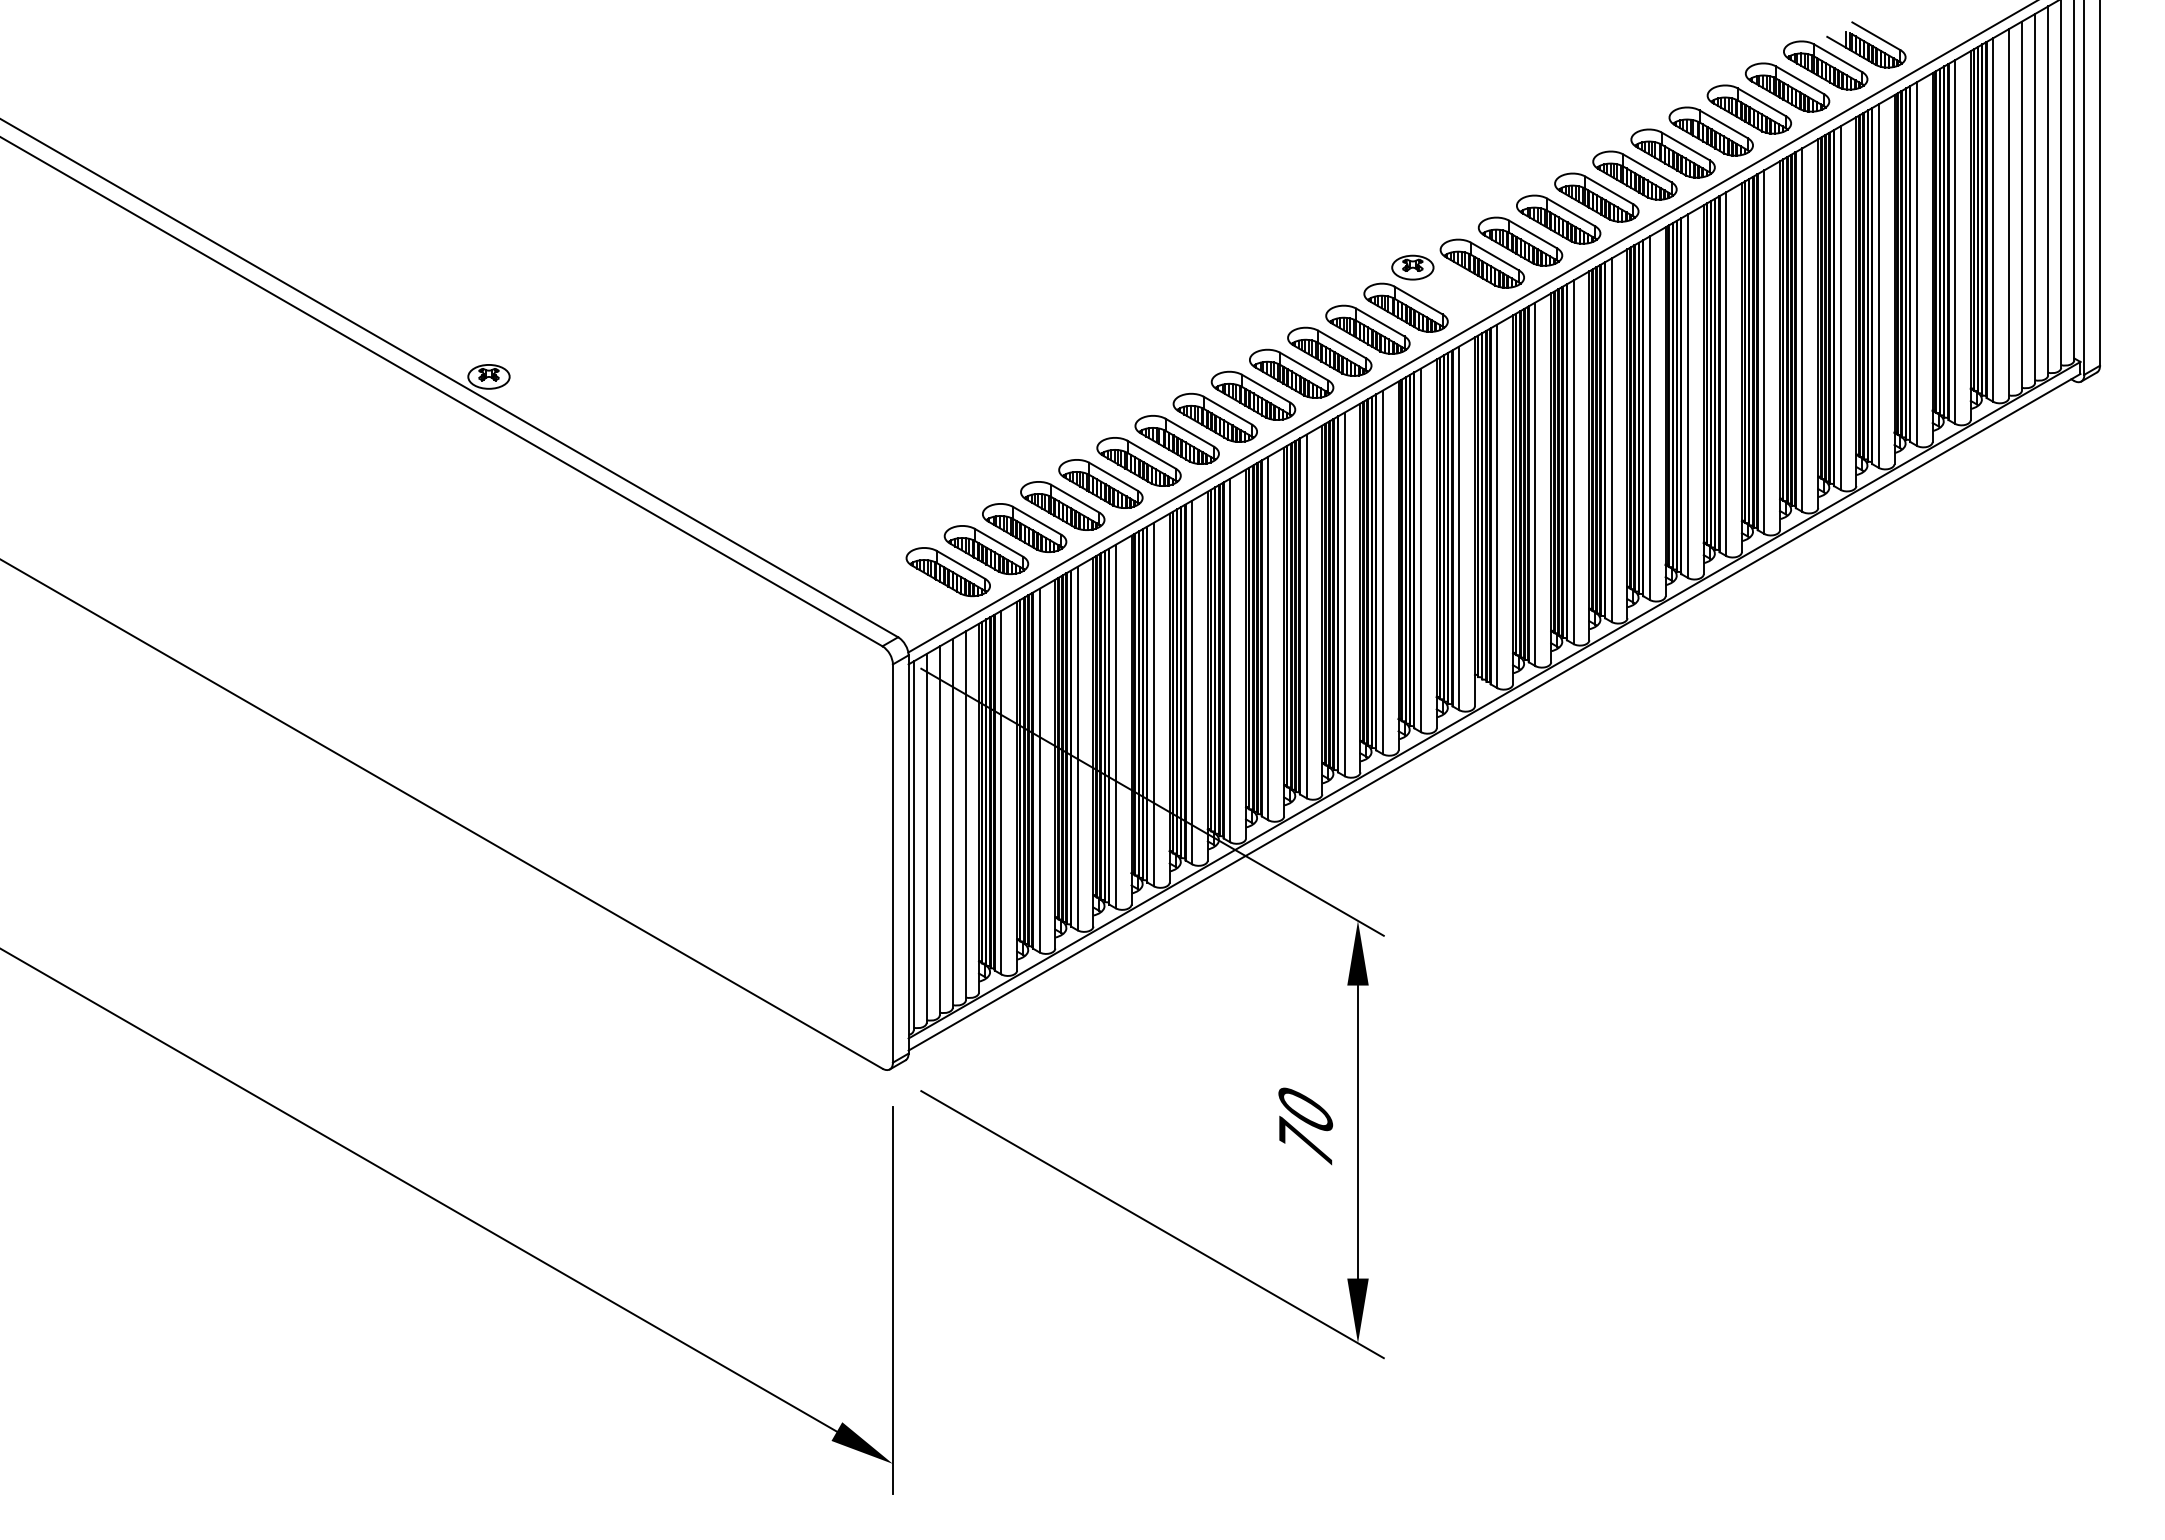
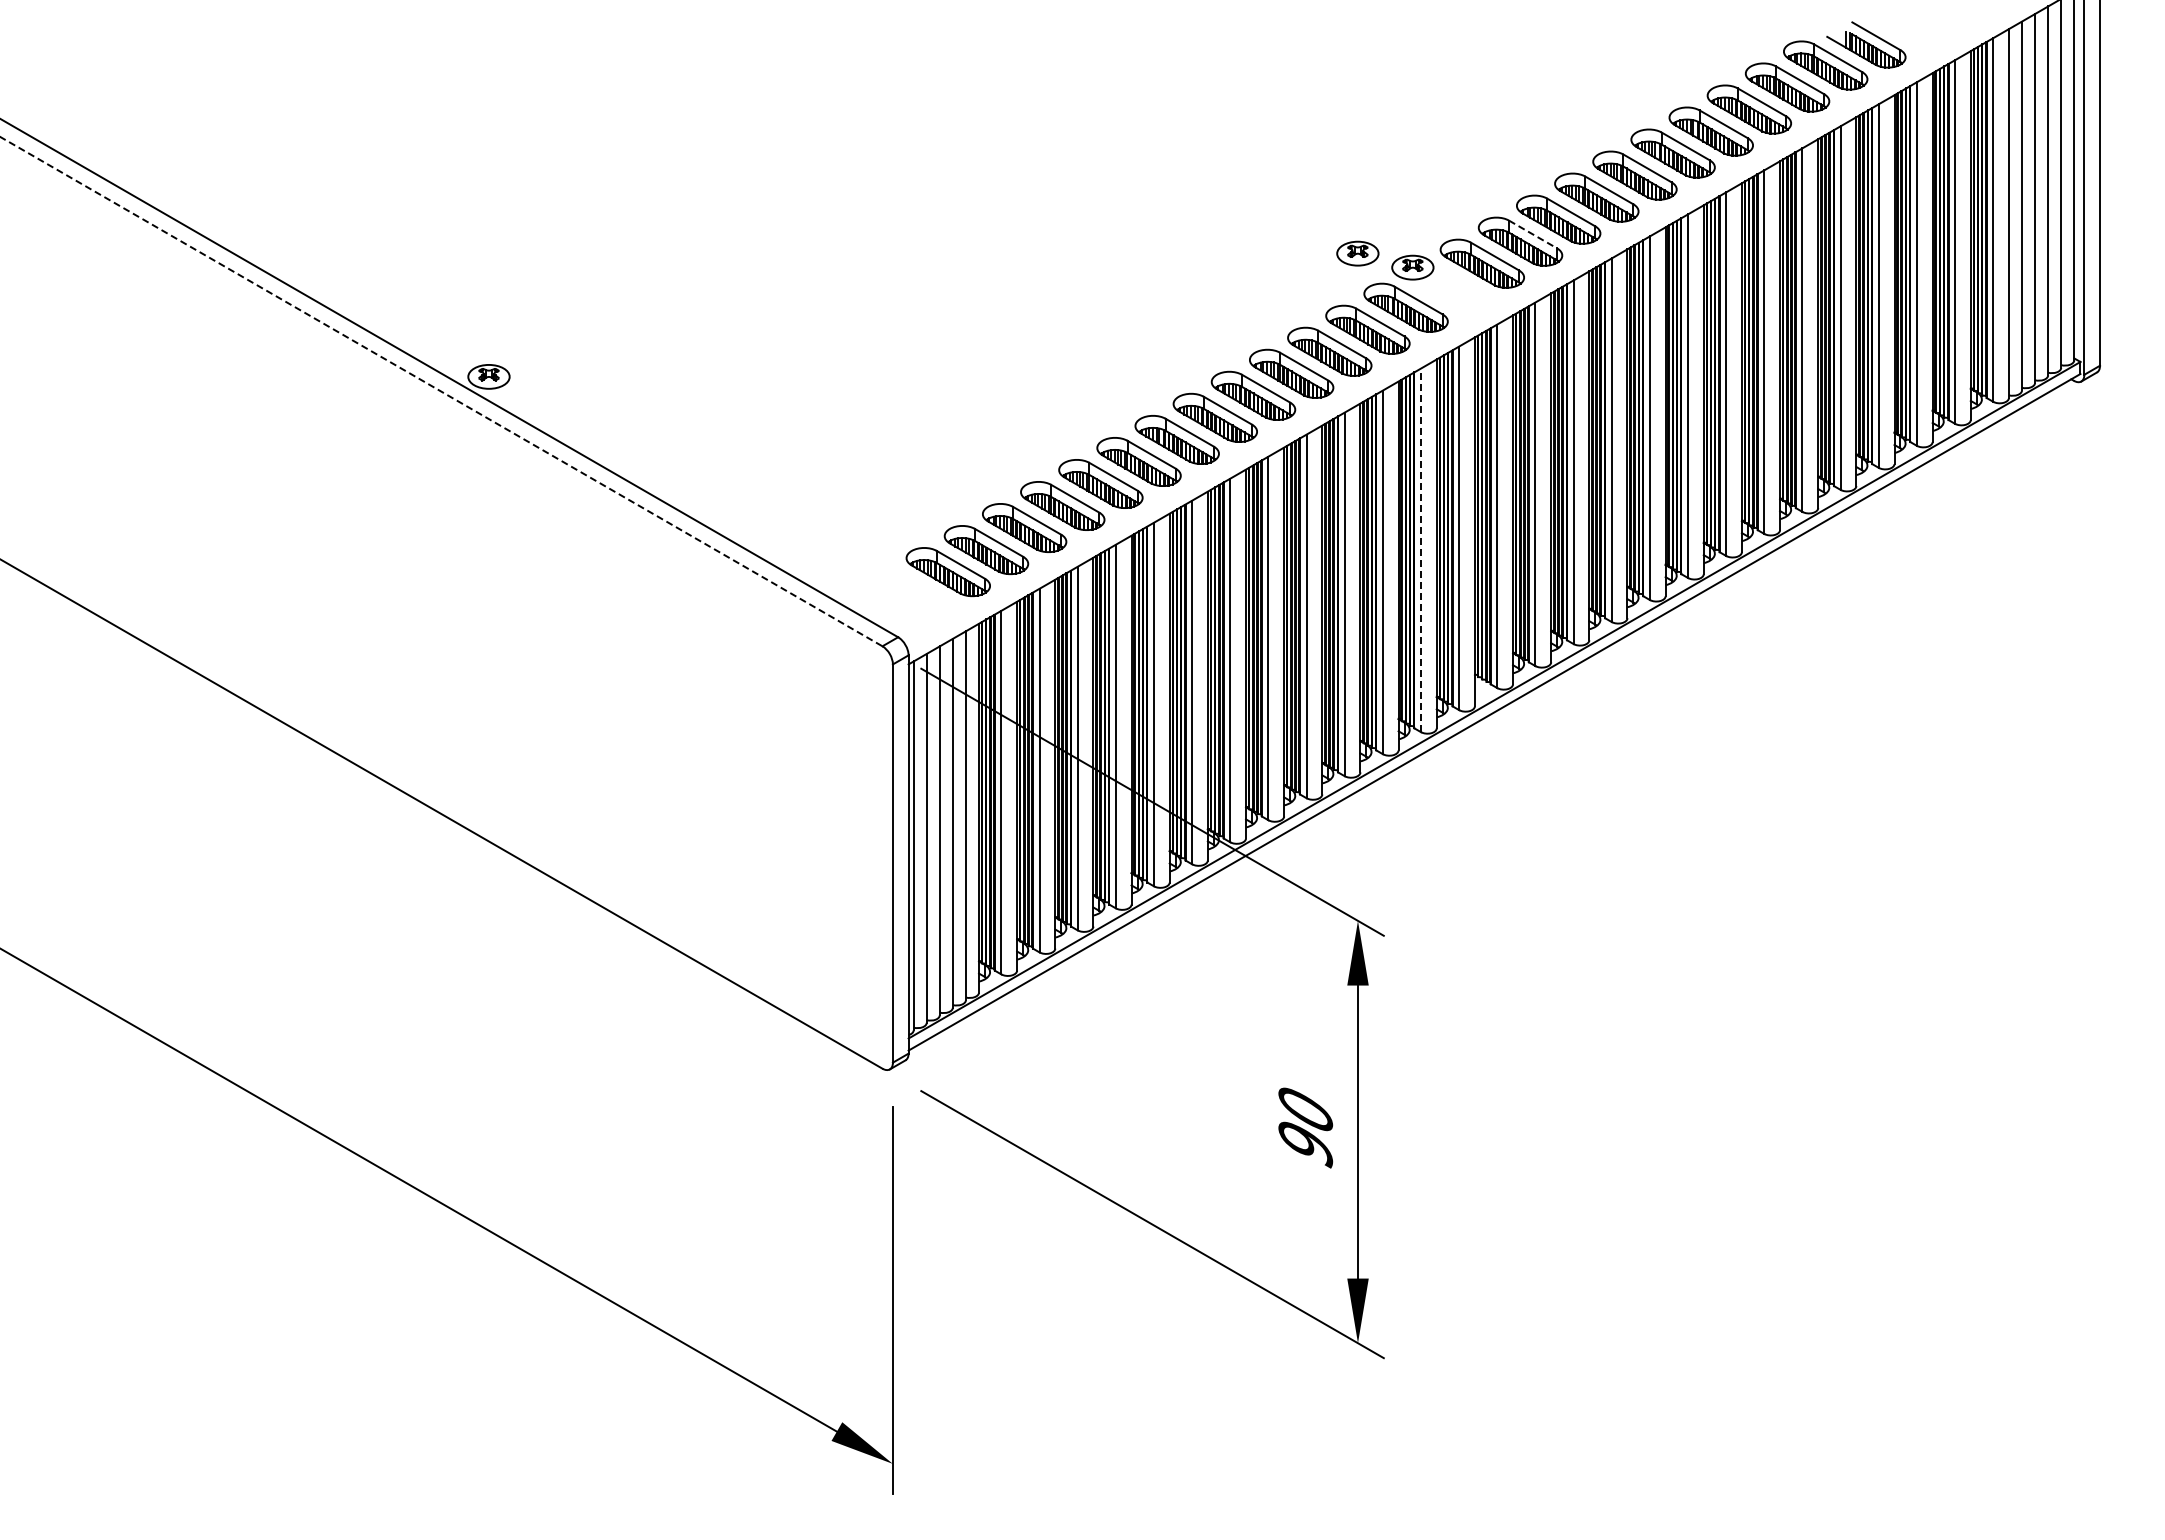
line at (1533, 234): solid -> dashed
part at (1357, 253): none -> present
line at (1471, 327): present -> none
line at (441, 391): solid -> dashed
line at (1420, 550): solid -> dashed
text at (1305, 1141): 70 -> 90
